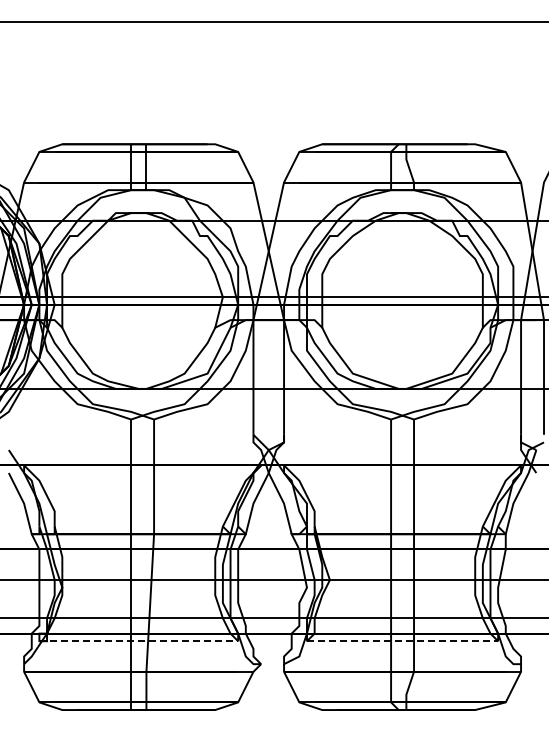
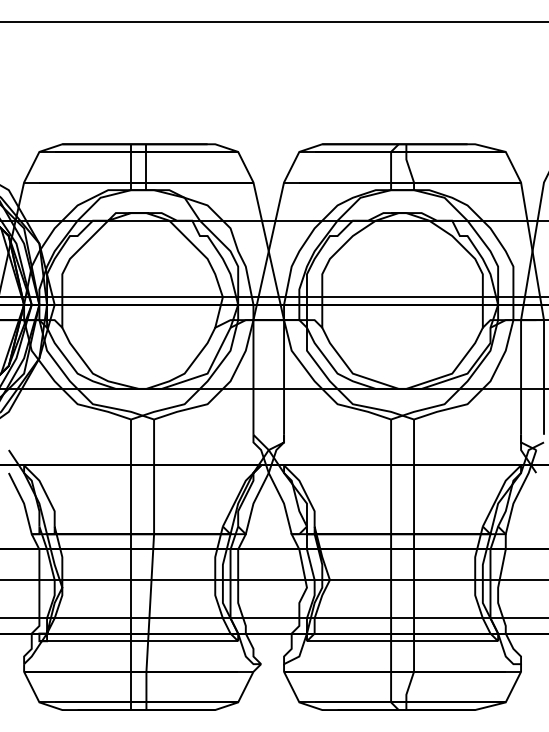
line at (139, 641): dashed -> solid
line at (402, 641): dashed -> solid
